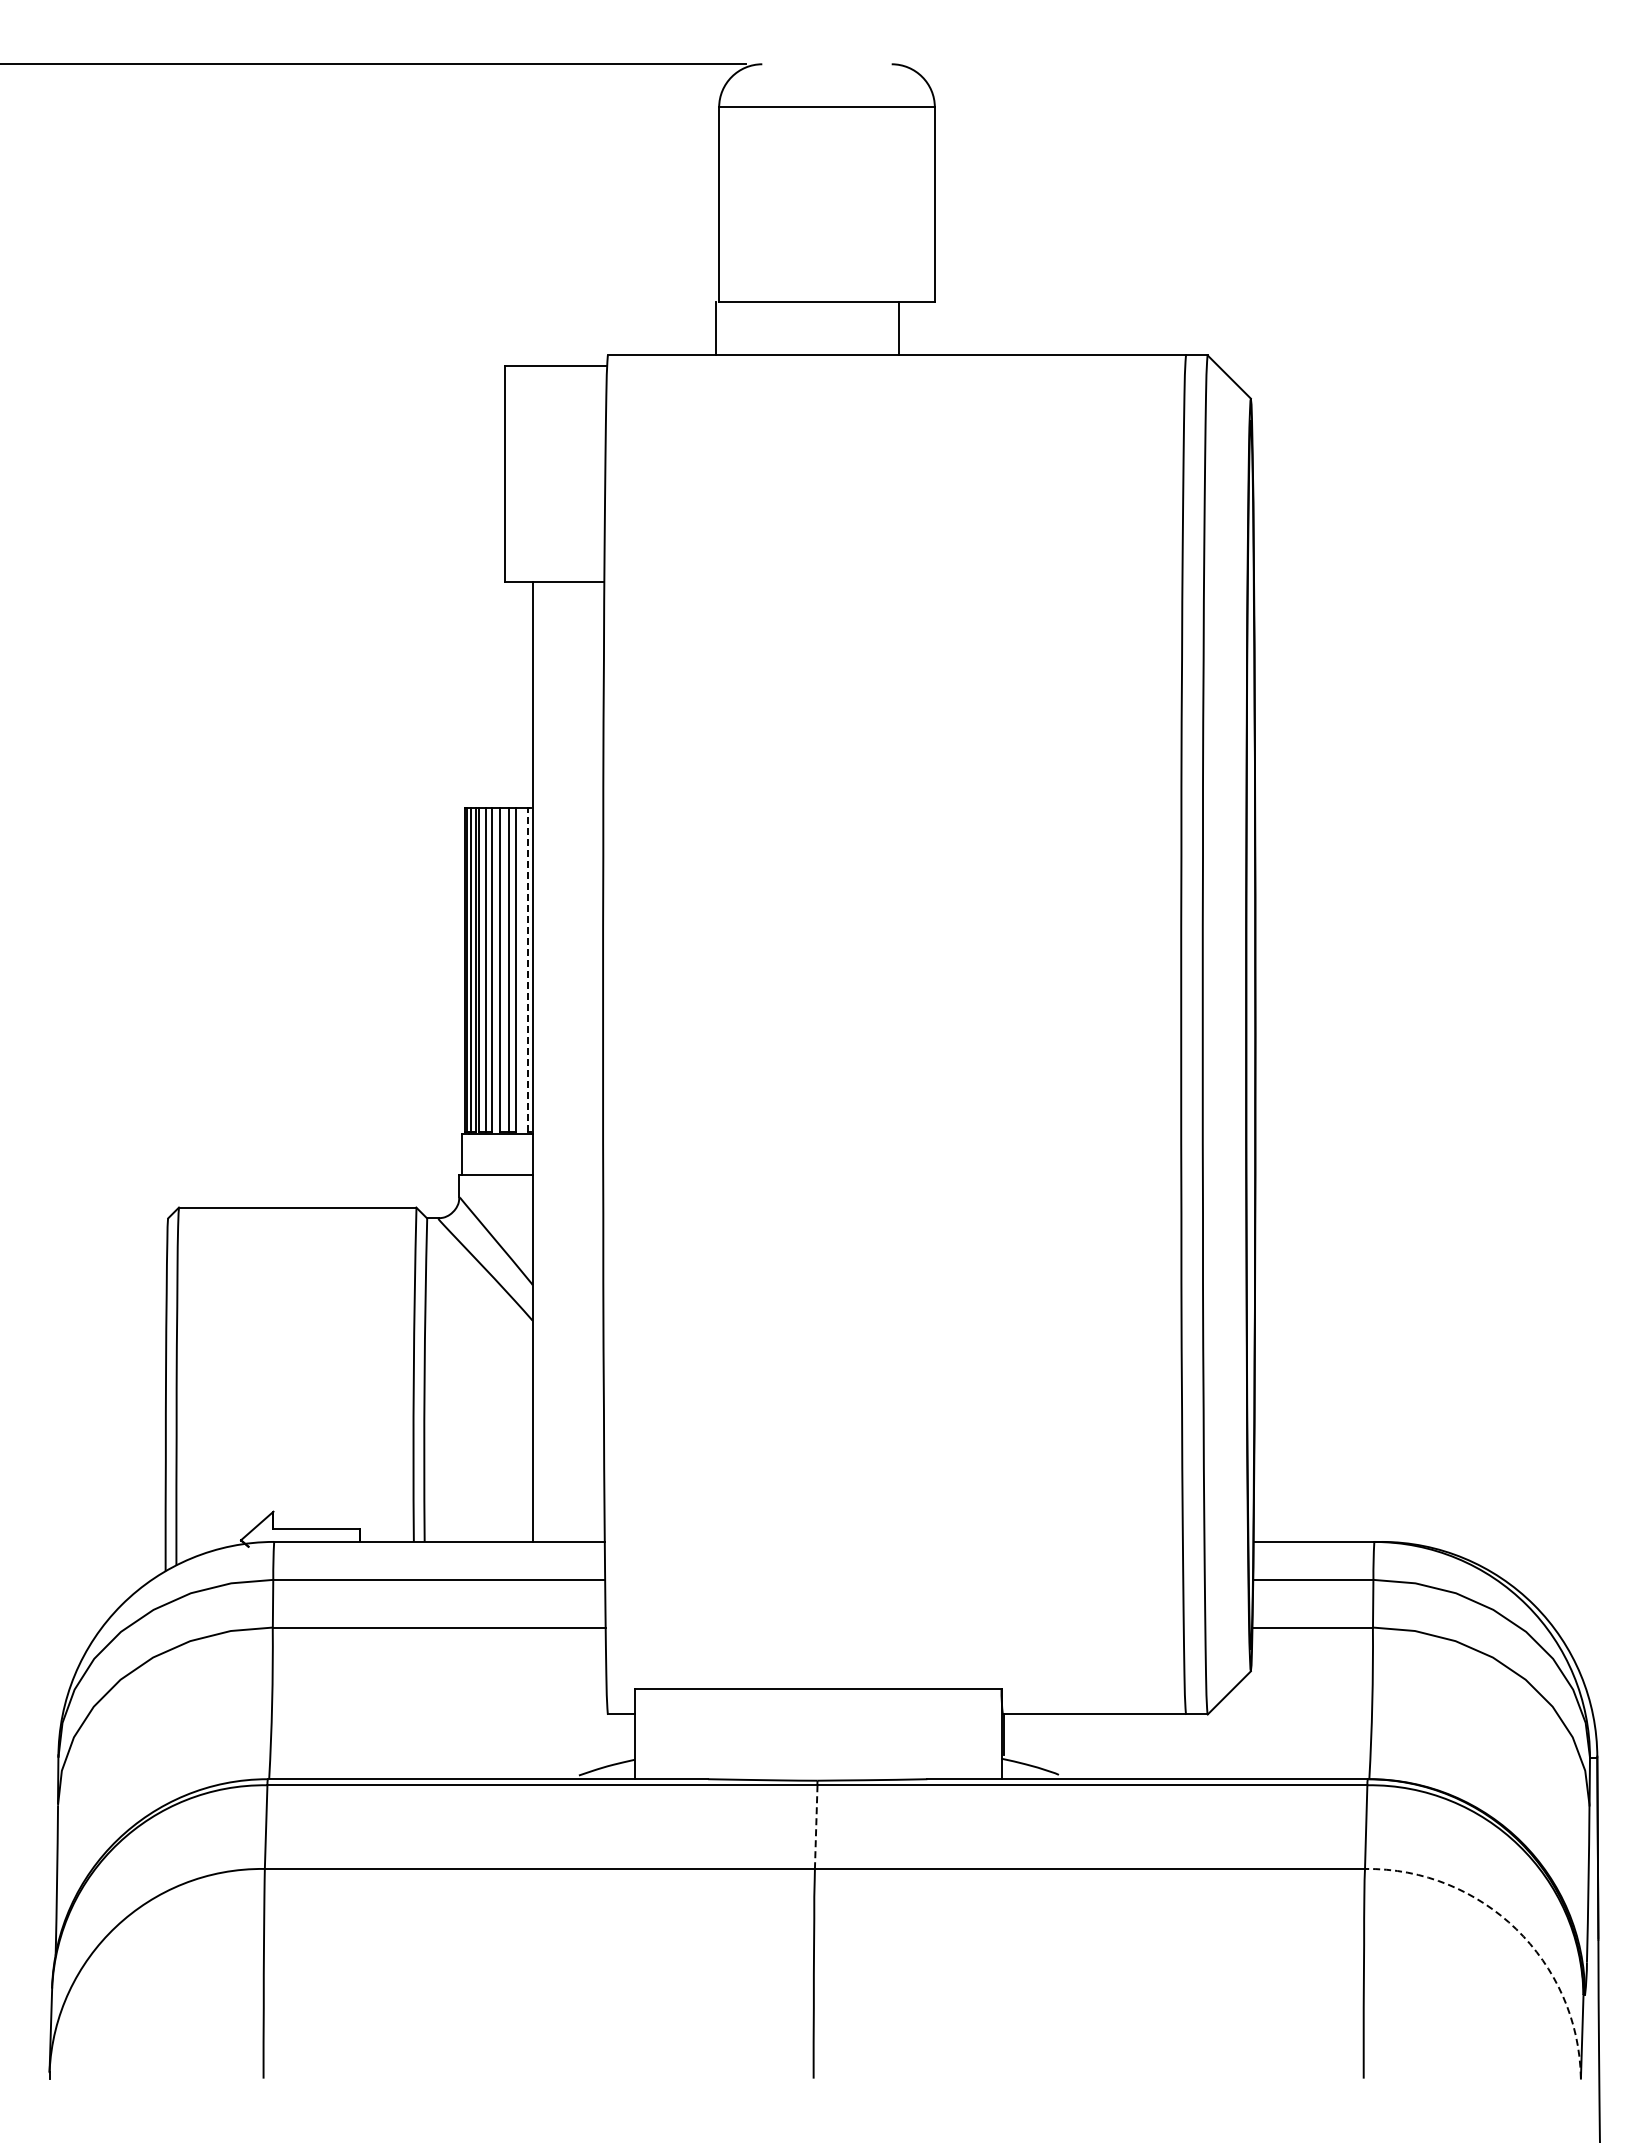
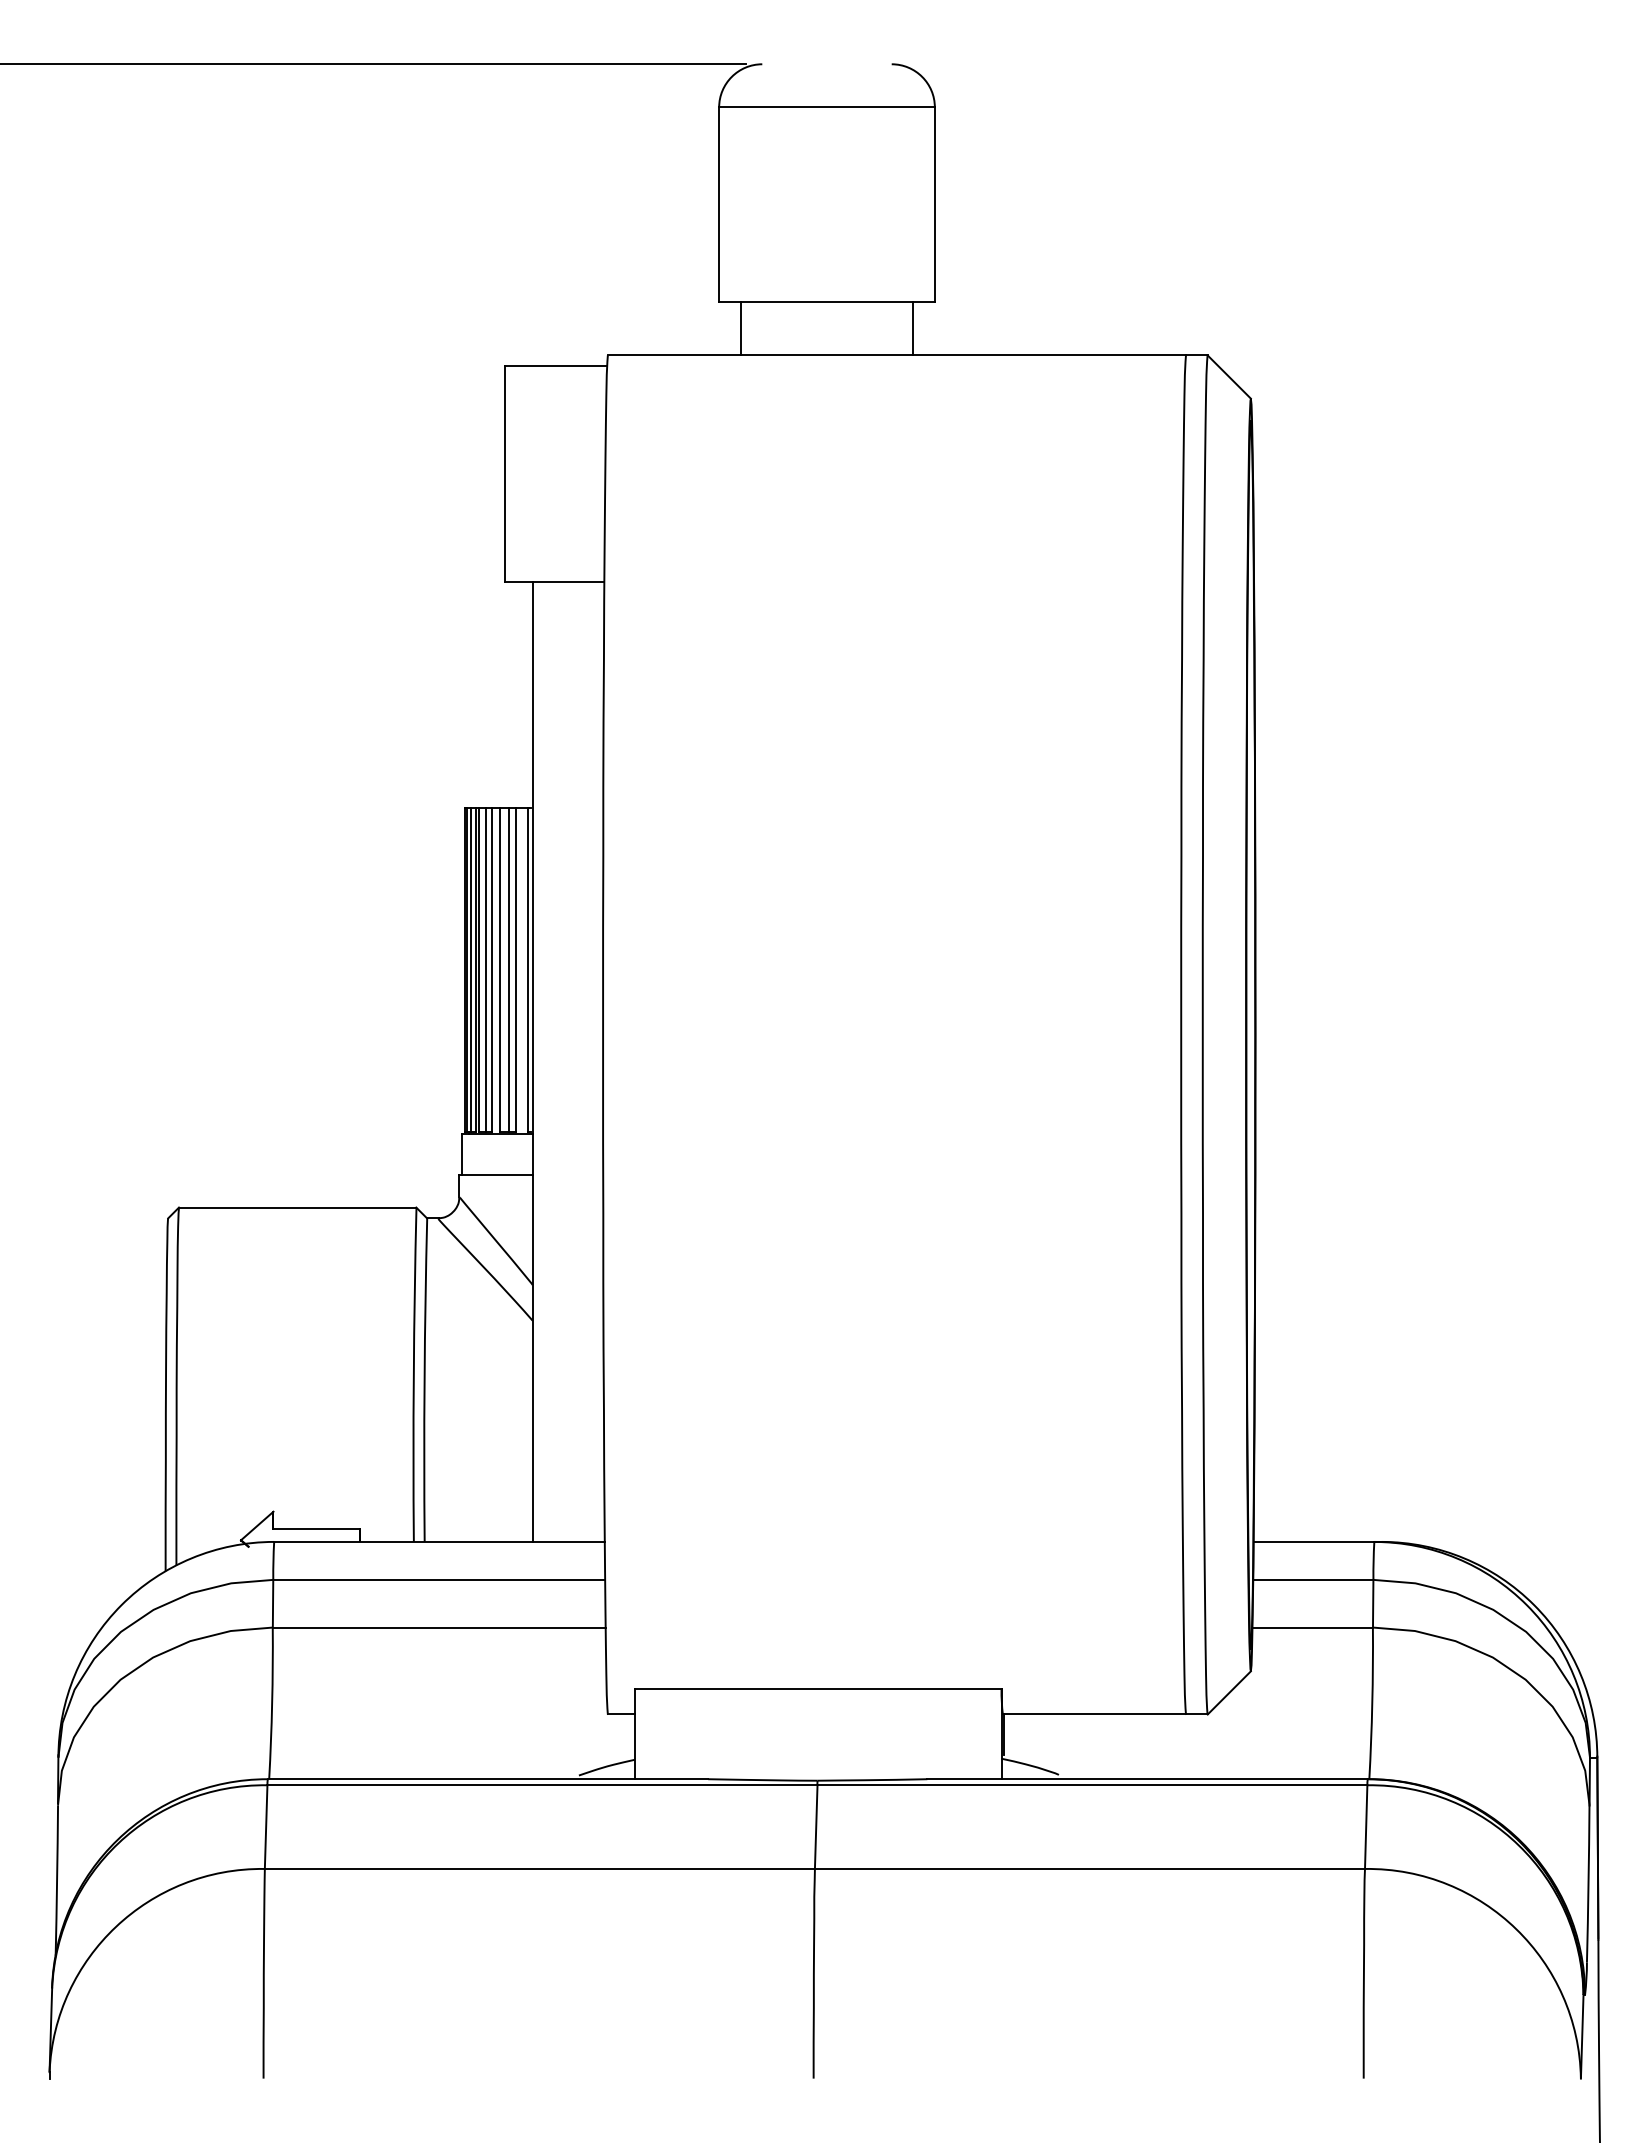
line at (715, 328) position: (715, 328) -> (740, 328)
line at (899, 328) position: (899, 328) -> (913, 328)
line at (528, 970): dashed -> solid
line at (816, 1827): dashed -> solid
arc at (1516, 1929): dashed -> solid
